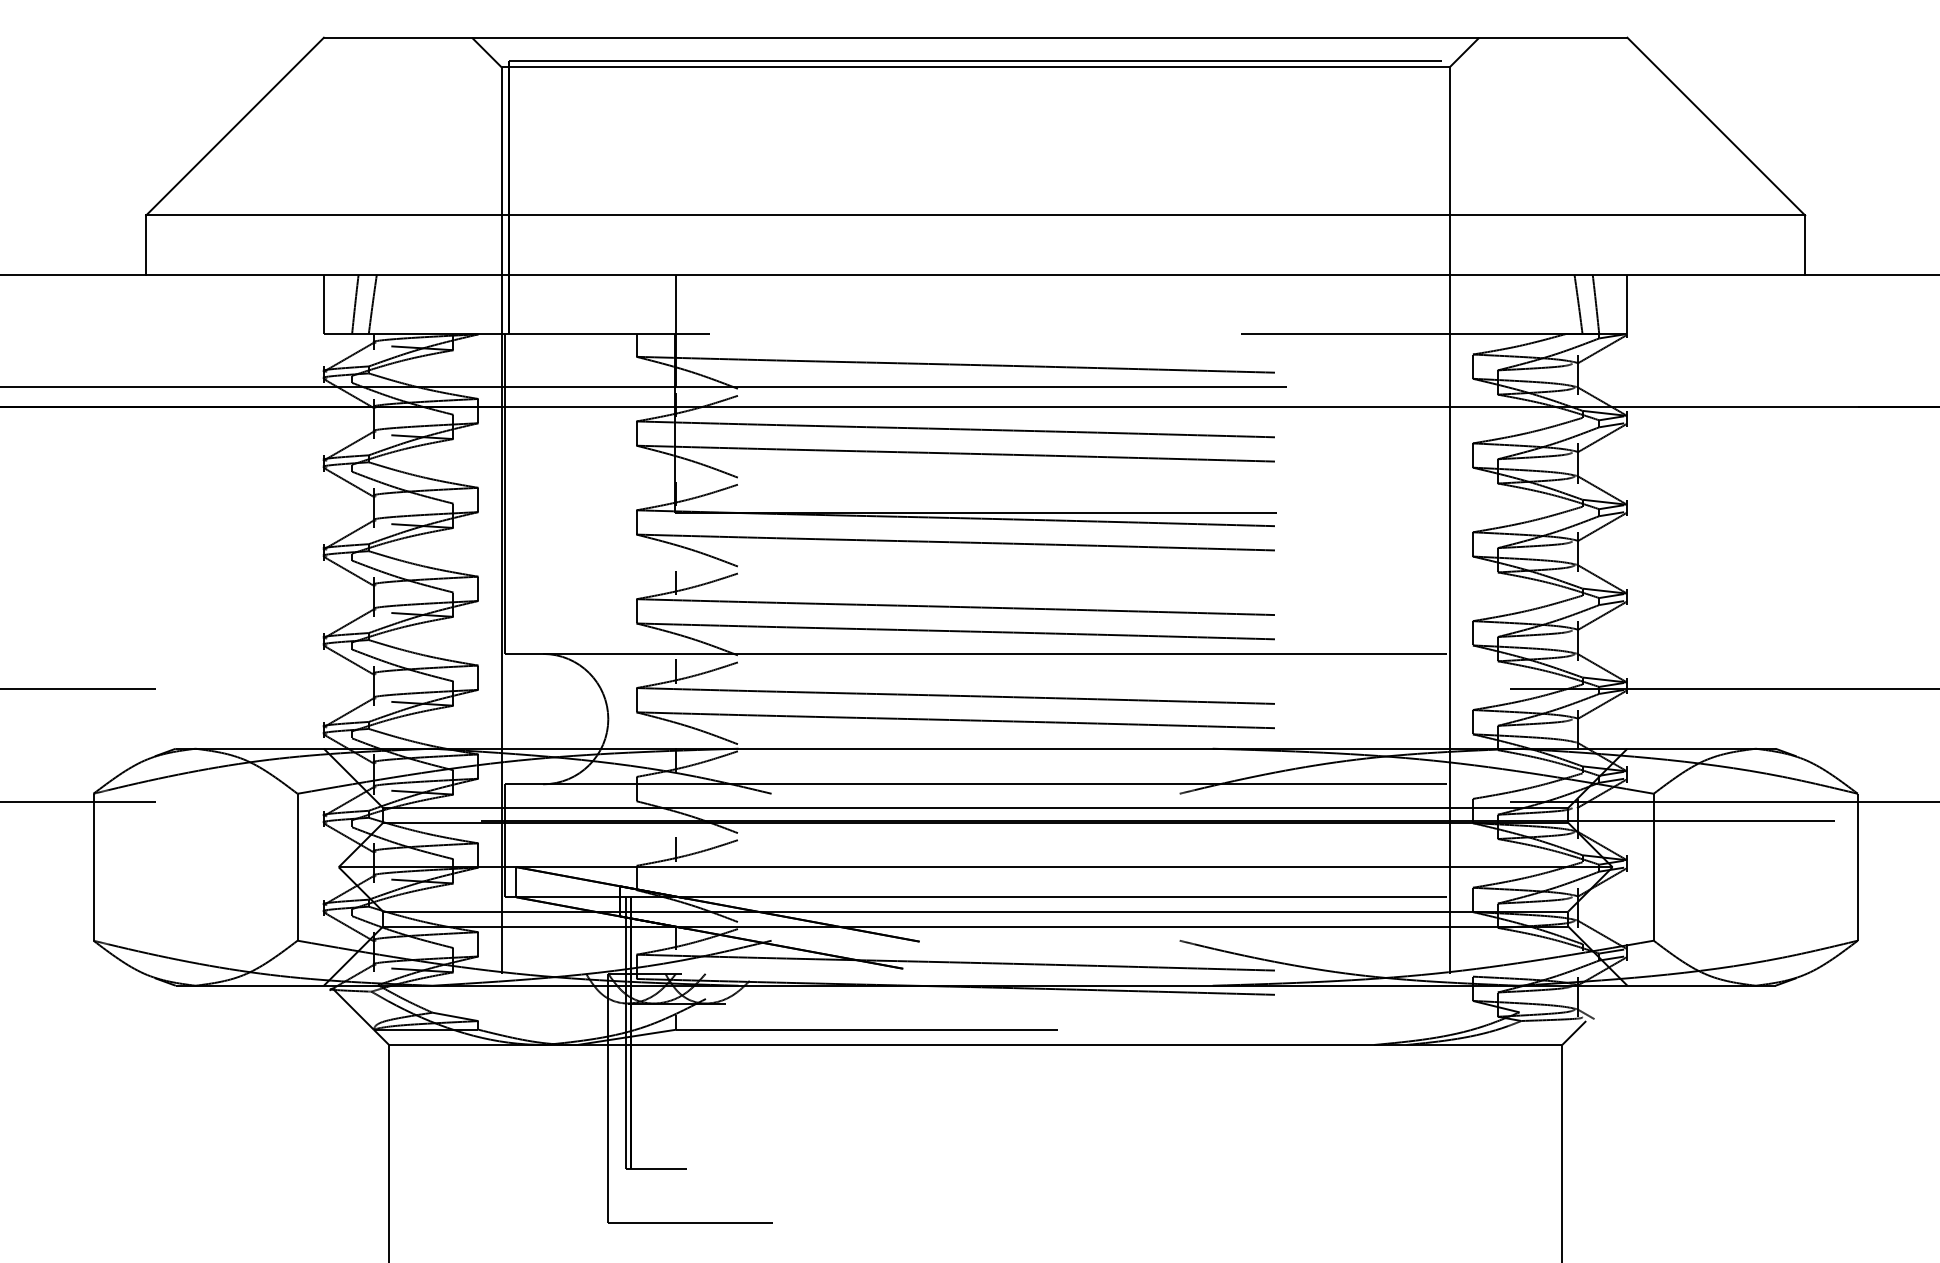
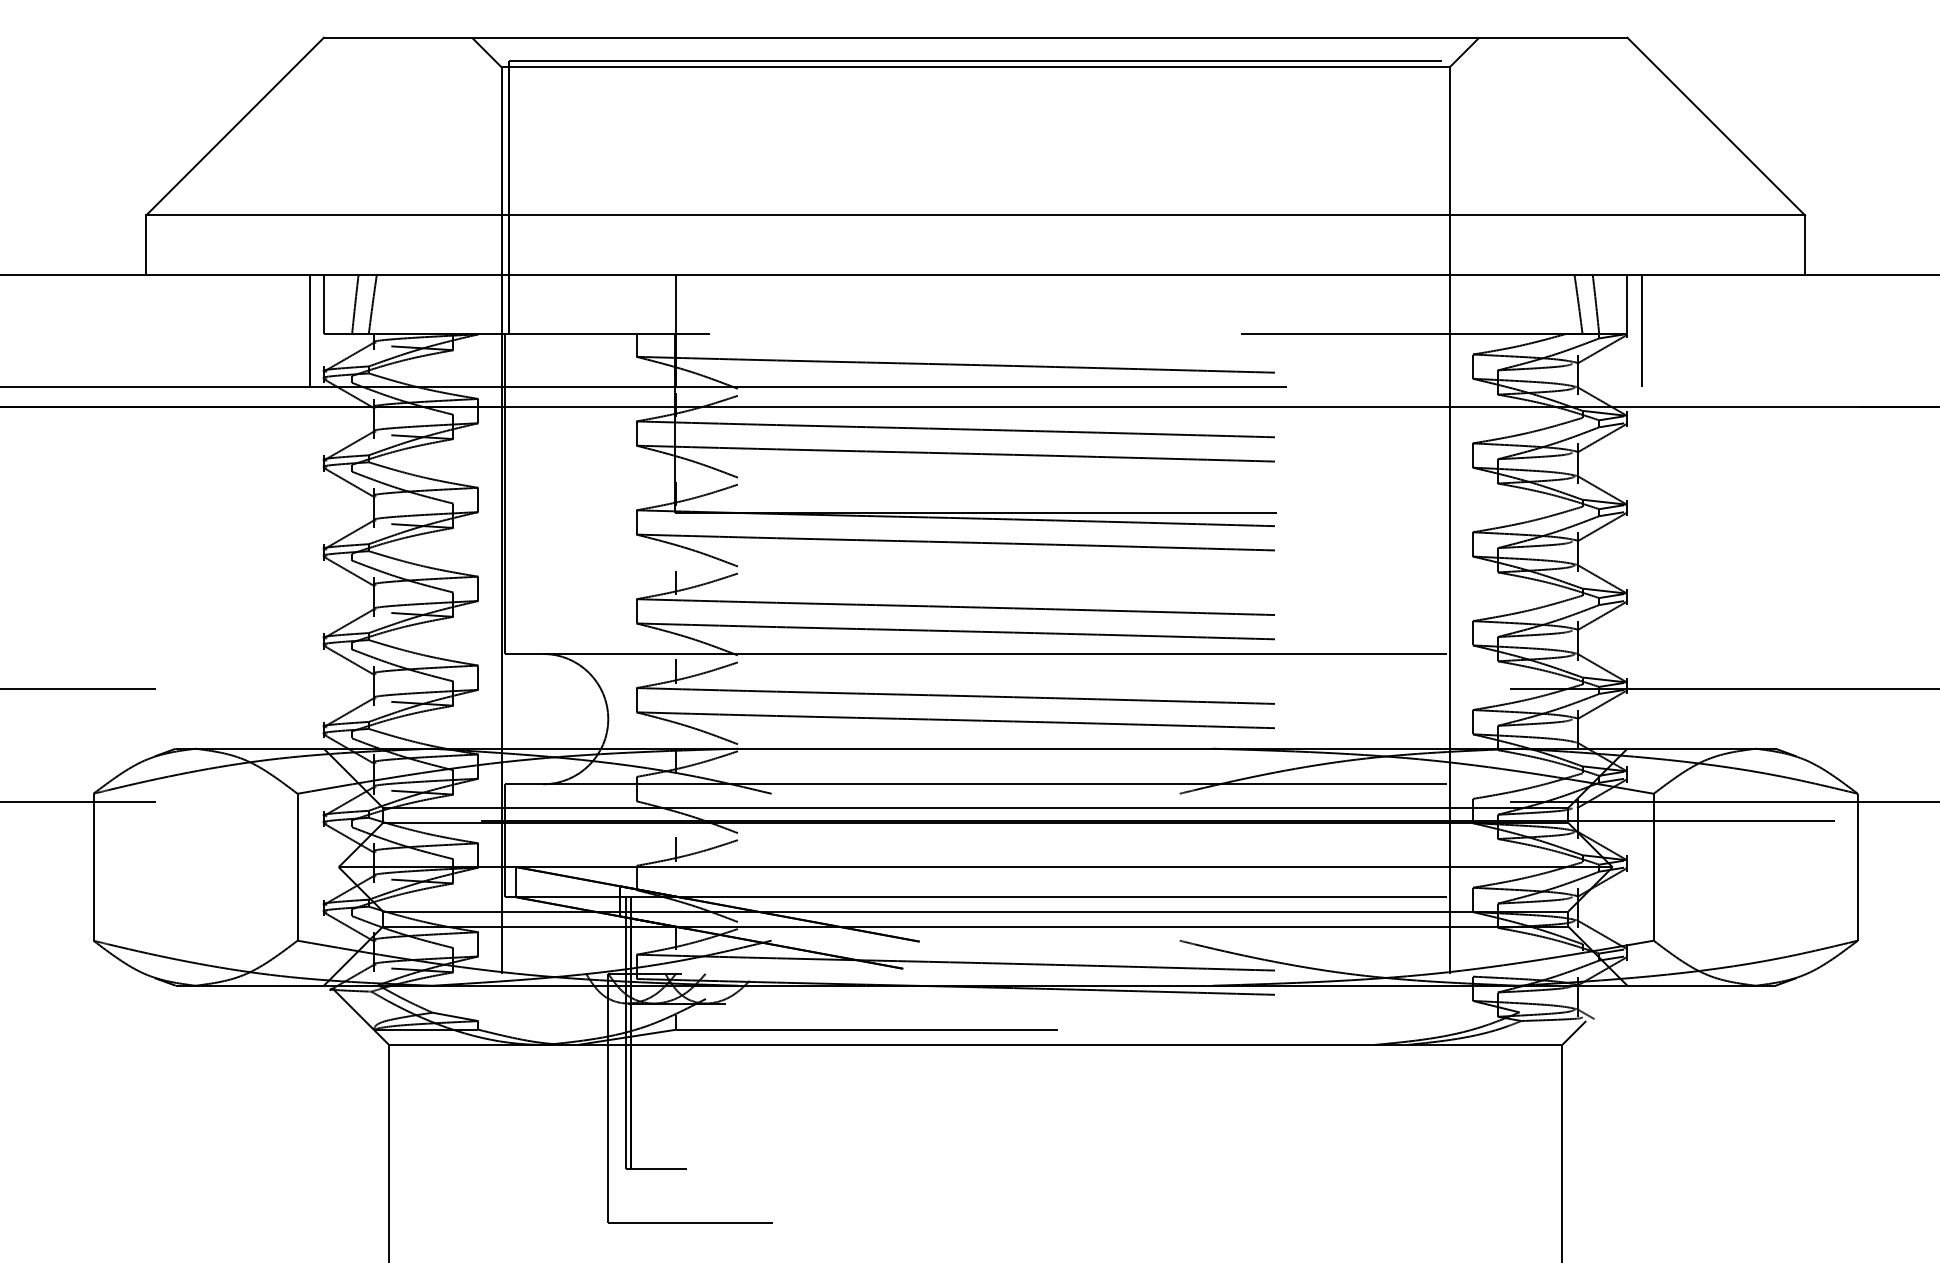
line at (309, 330): none -> present
line at (1641, 330): none -> present
